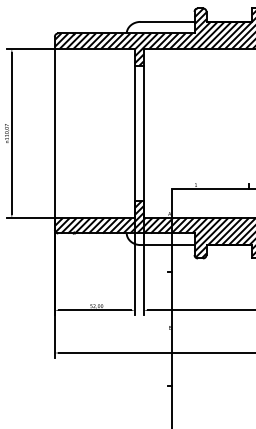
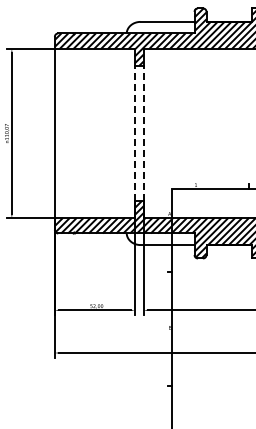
line at (134, 133): solid -> dashed
line at (143, 133): solid -> dashed
